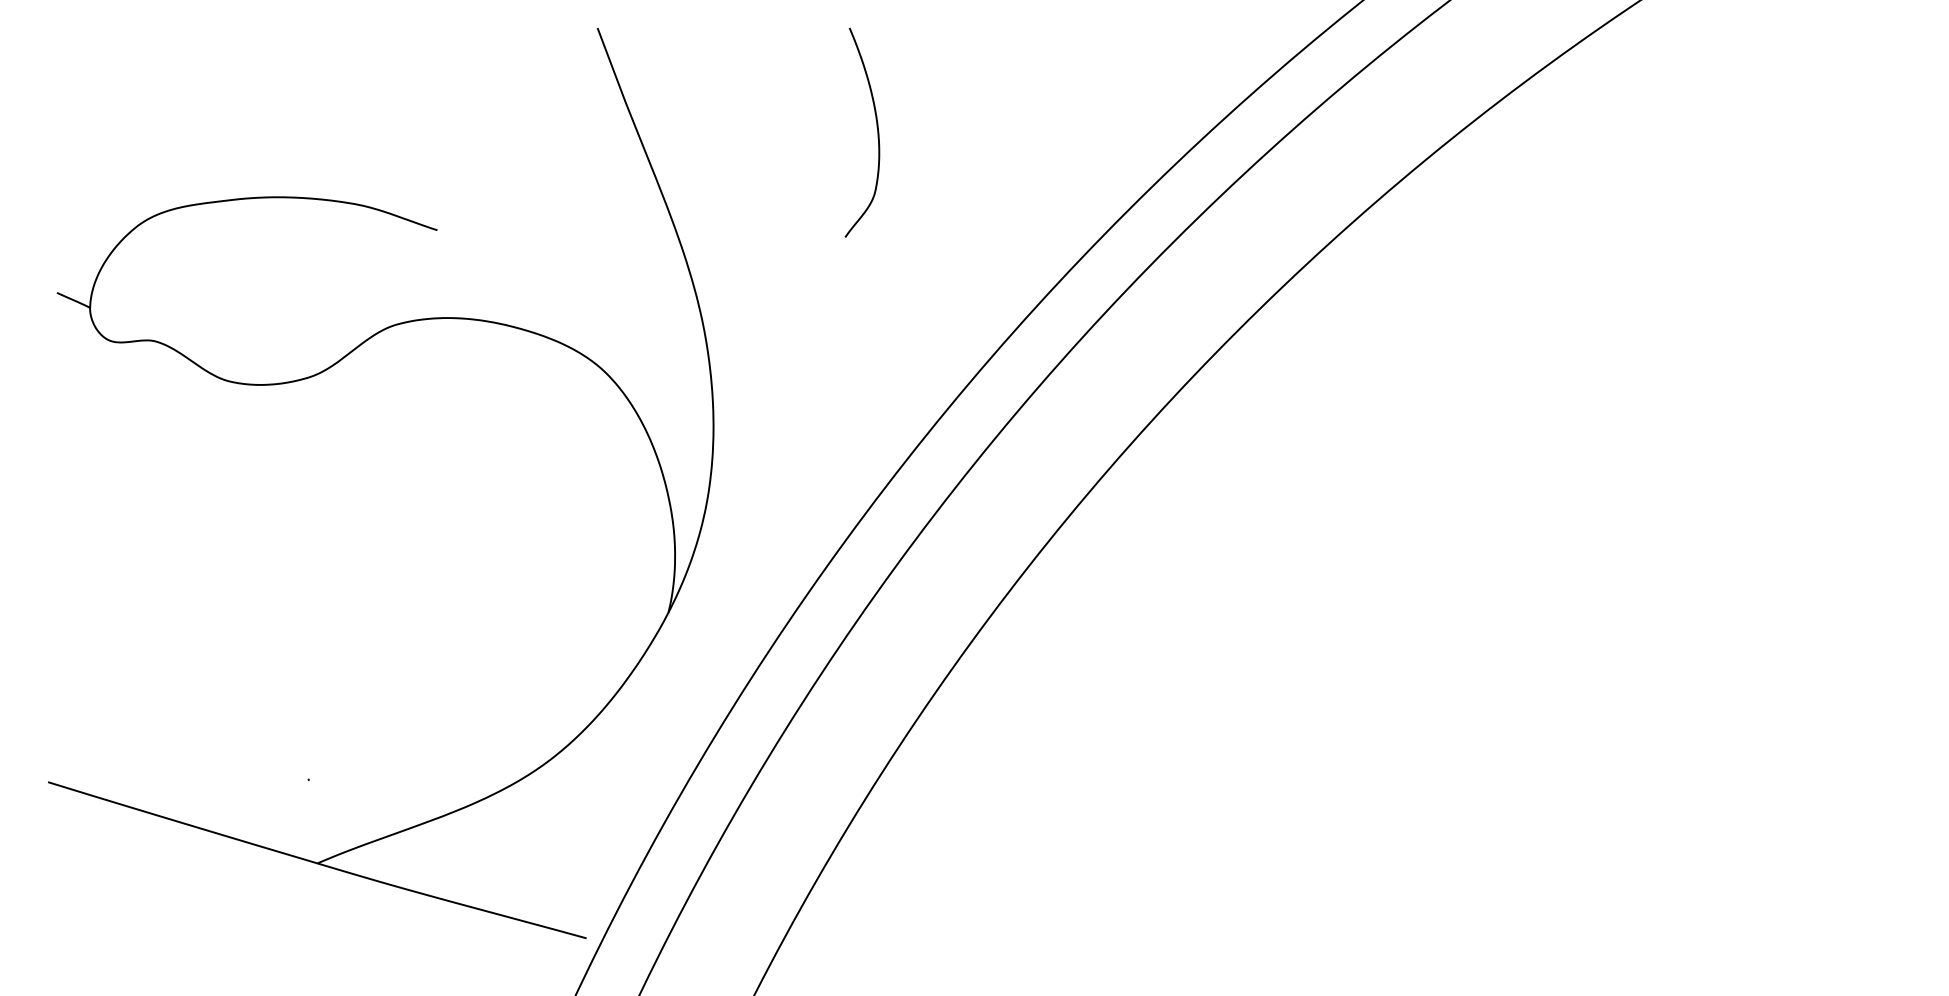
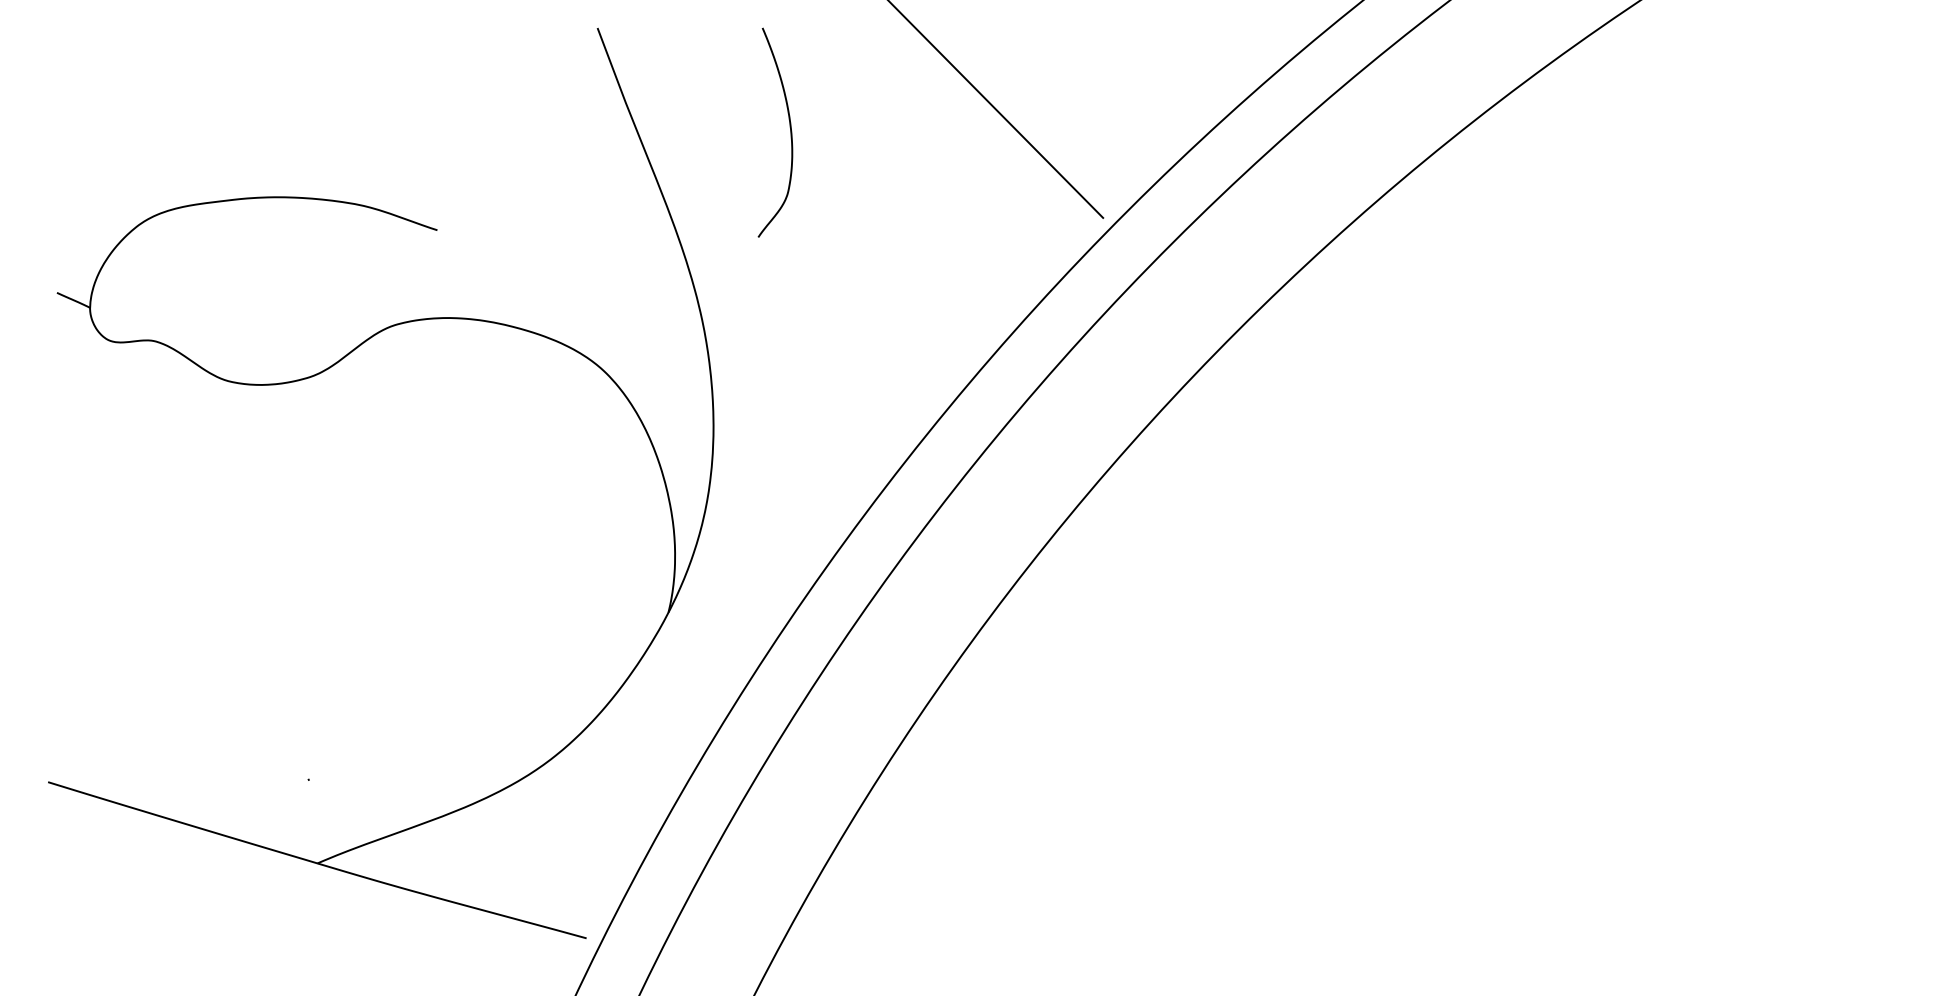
line at (996, 109): none -> present
curve at (876, 127) position: (876, 127) -> (789, 127)
